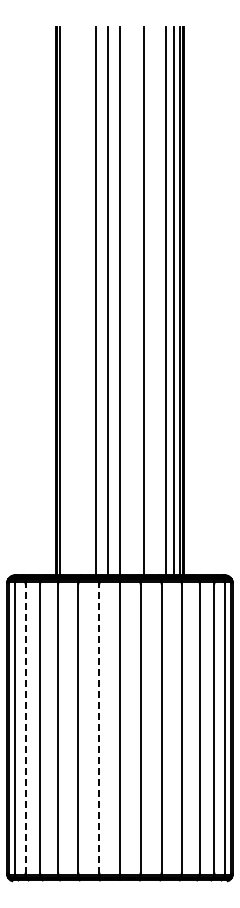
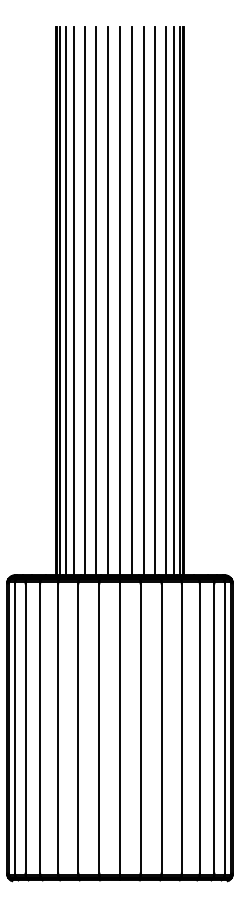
line at (66, 301): none -> present
line at (74, 301): none -> present
line at (84, 301): none -> present
line at (131, 301): none -> present
line at (155, 301): none -> present
line at (25, 728): dashed -> solid
line at (99, 728): dashed -> solid
